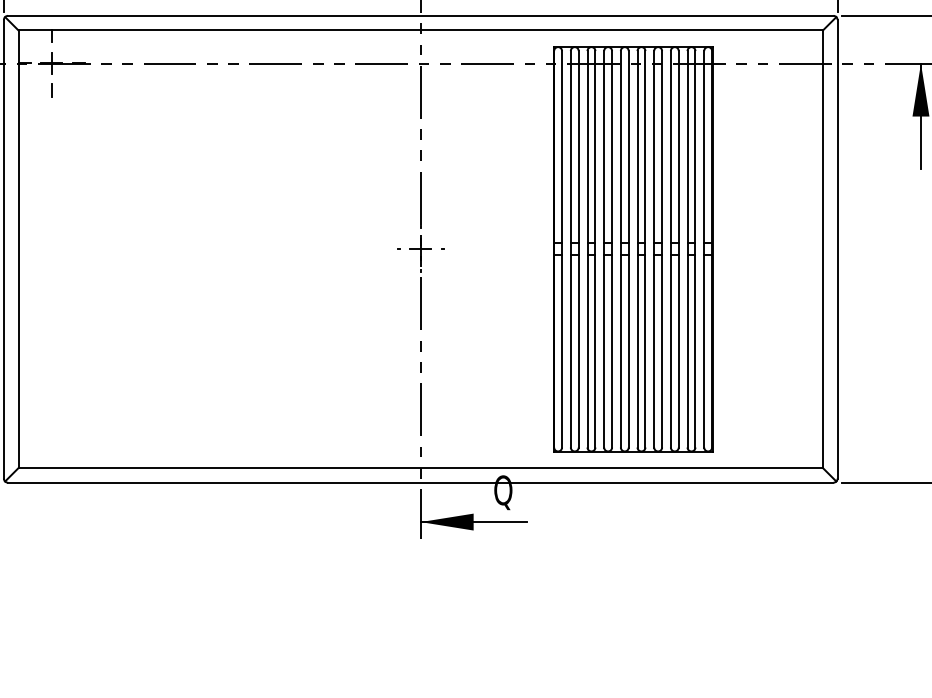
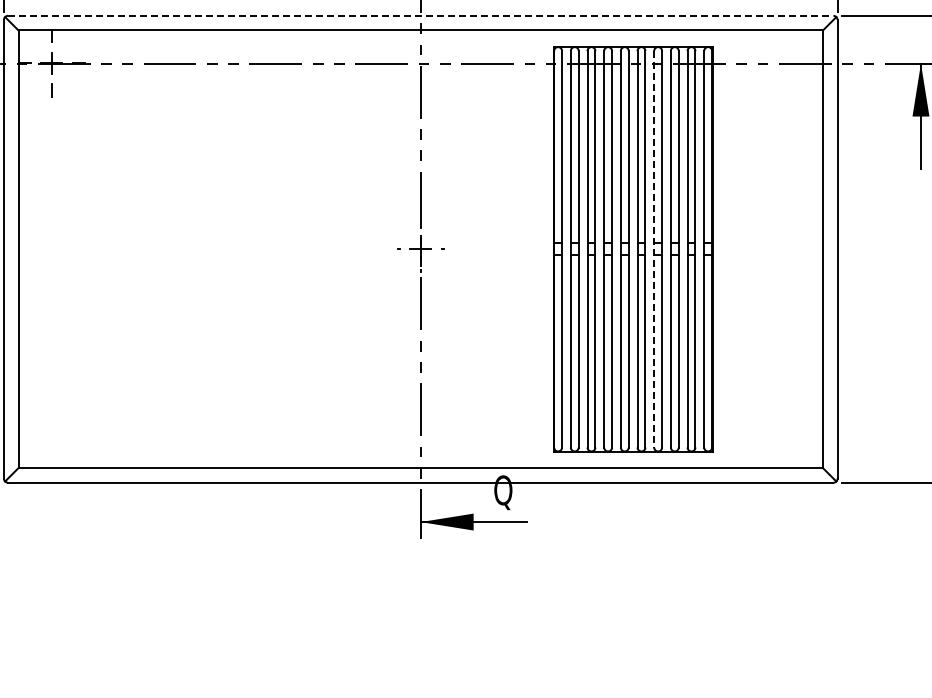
line at (420, 15): solid -> dashed
line at (654, 249): solid -> dashed
